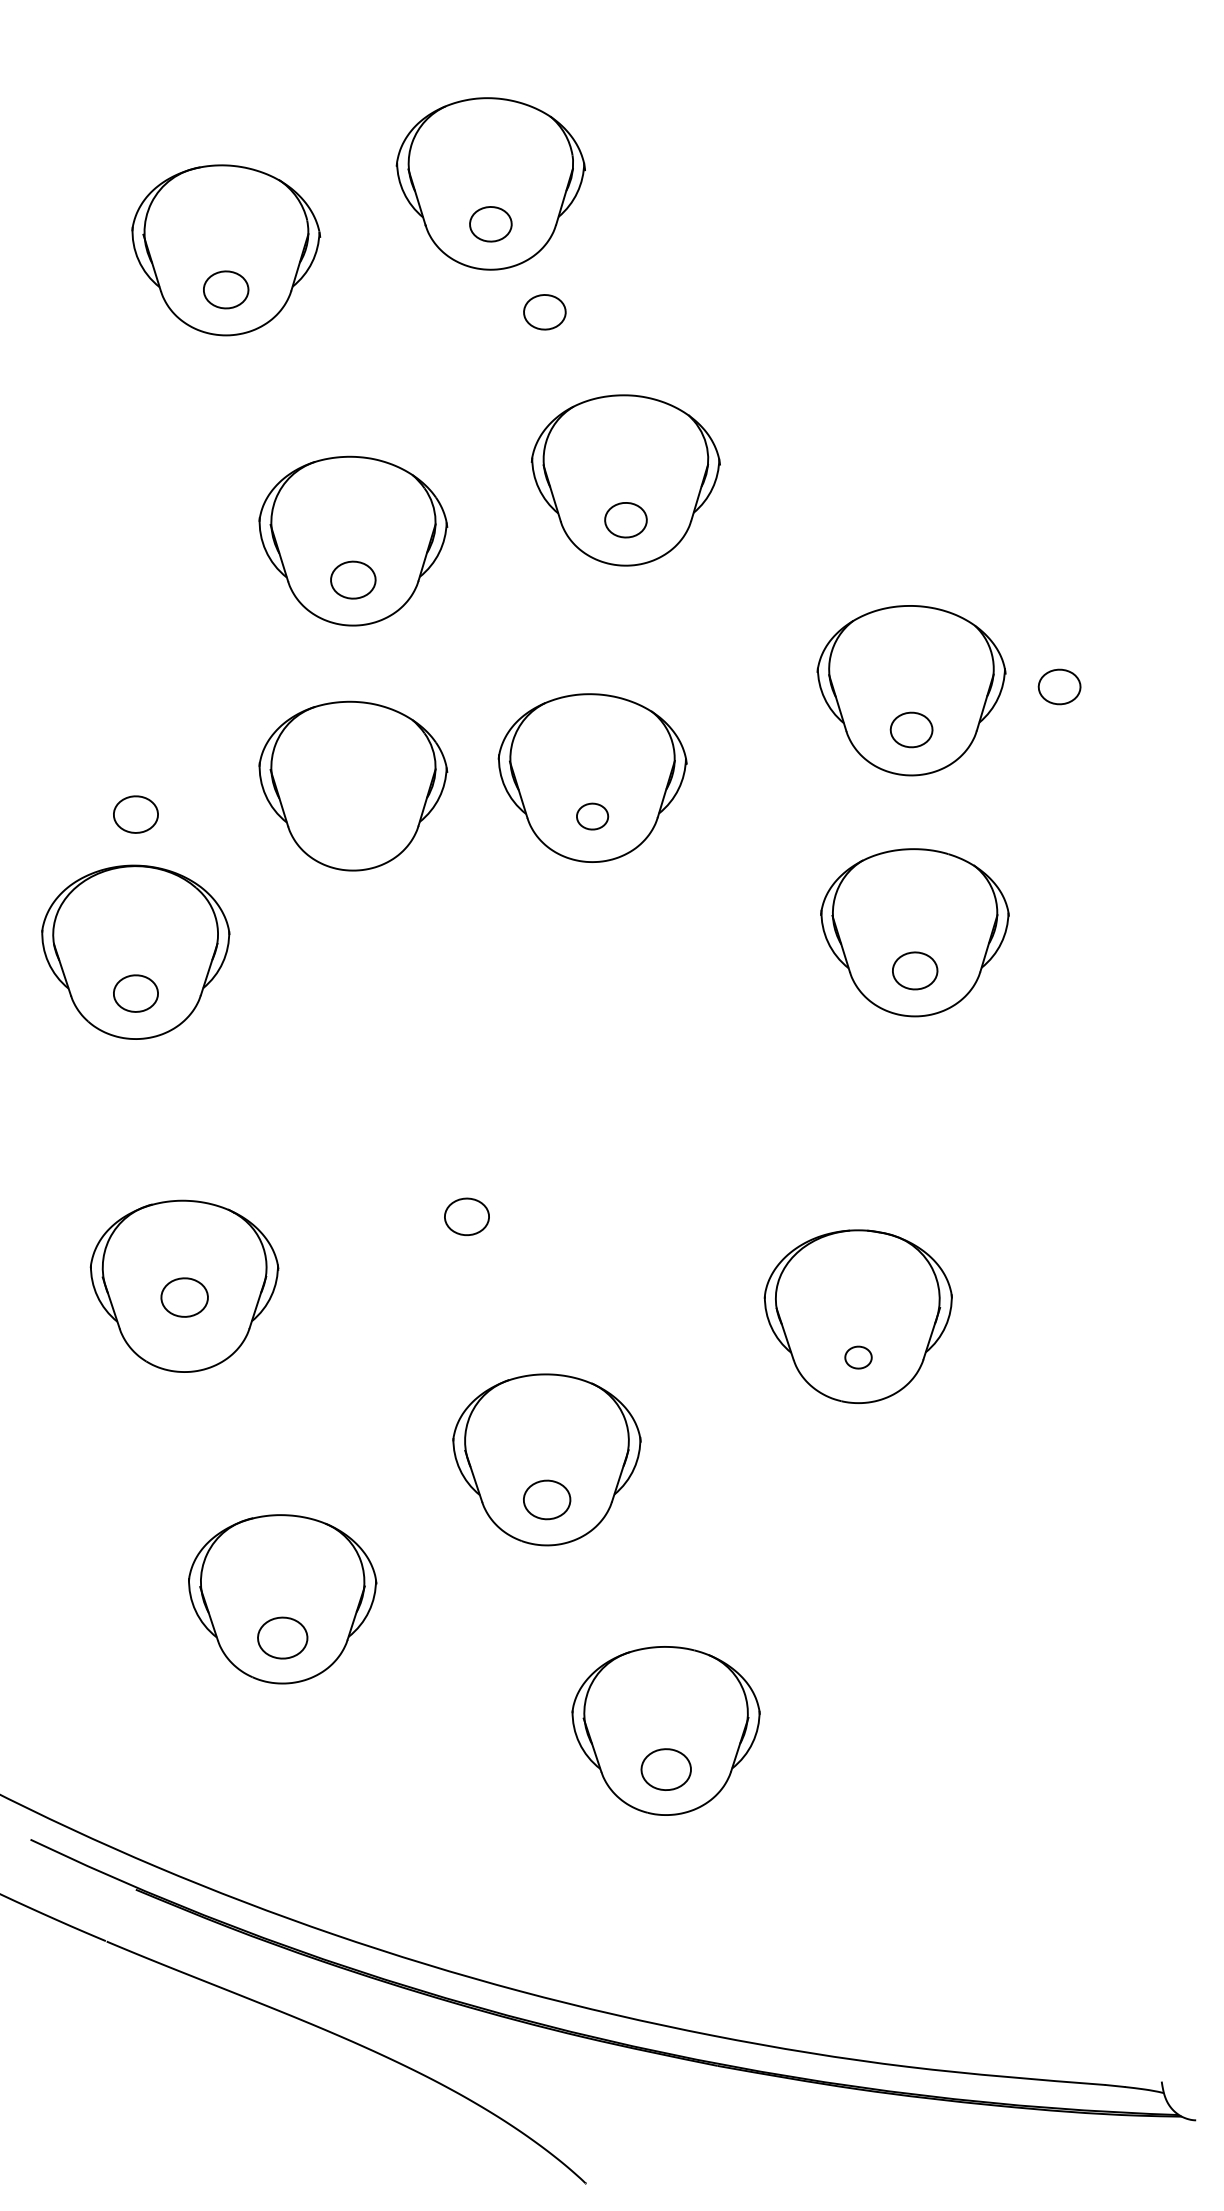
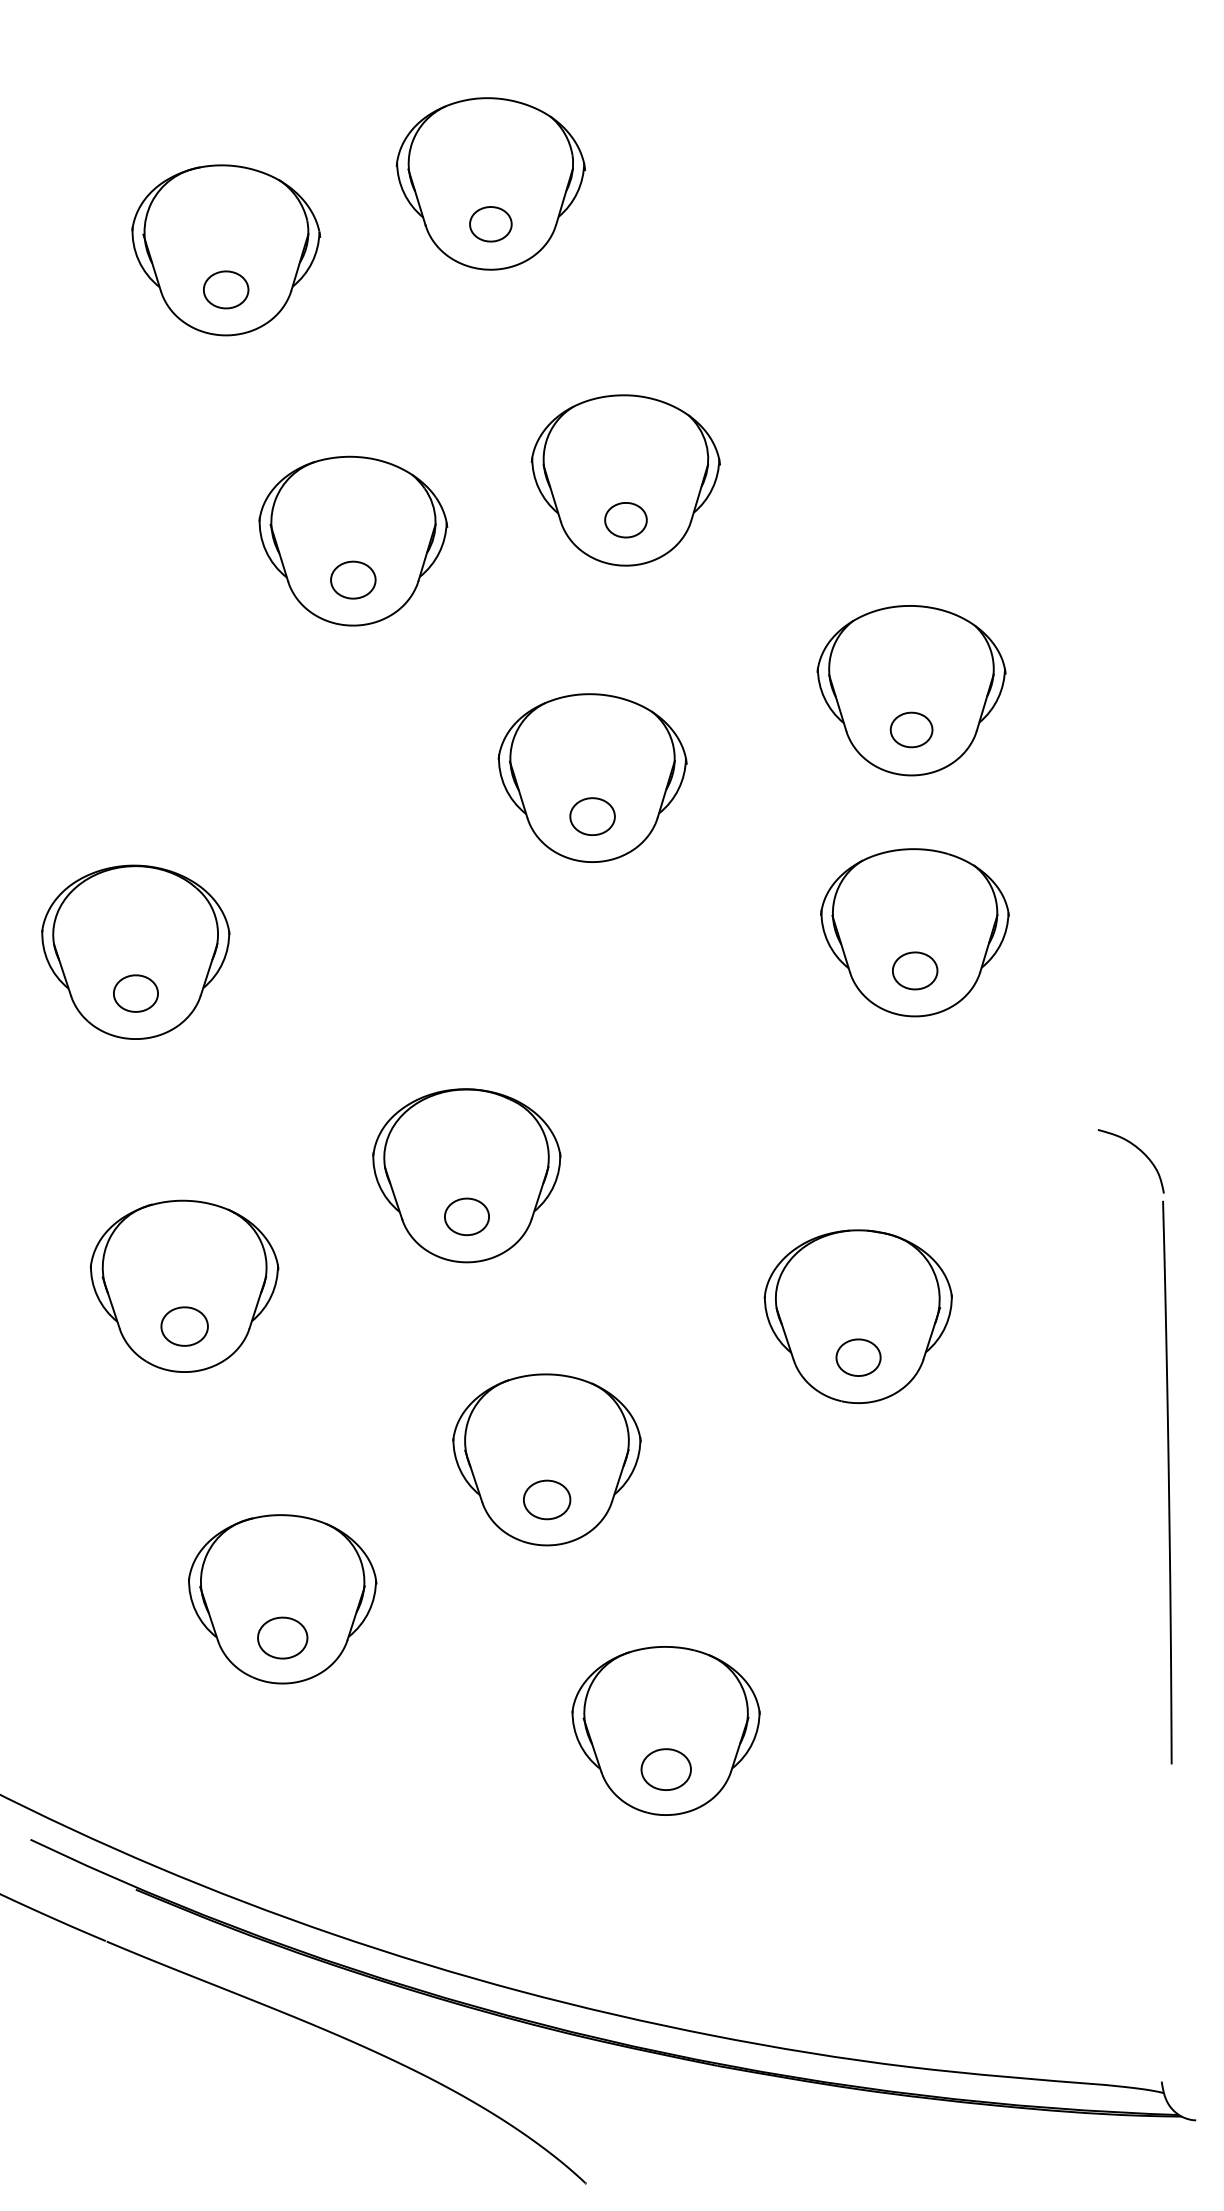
part at (544, 312): present -> none
part at (1059, 686): present -> none
part at (353, 785): present -> none
part at (135, 814): present -> none
part at (592, 816) size: 34x29 px -> 47x39 px
part at (466, 1175): none -> present
part at (184, 1297) position: (184, 1297) -> (184, 1326)
part at (858, 1357) size: 29x25 px -> 47x39 px
part at (1167, 1446): none -> present
